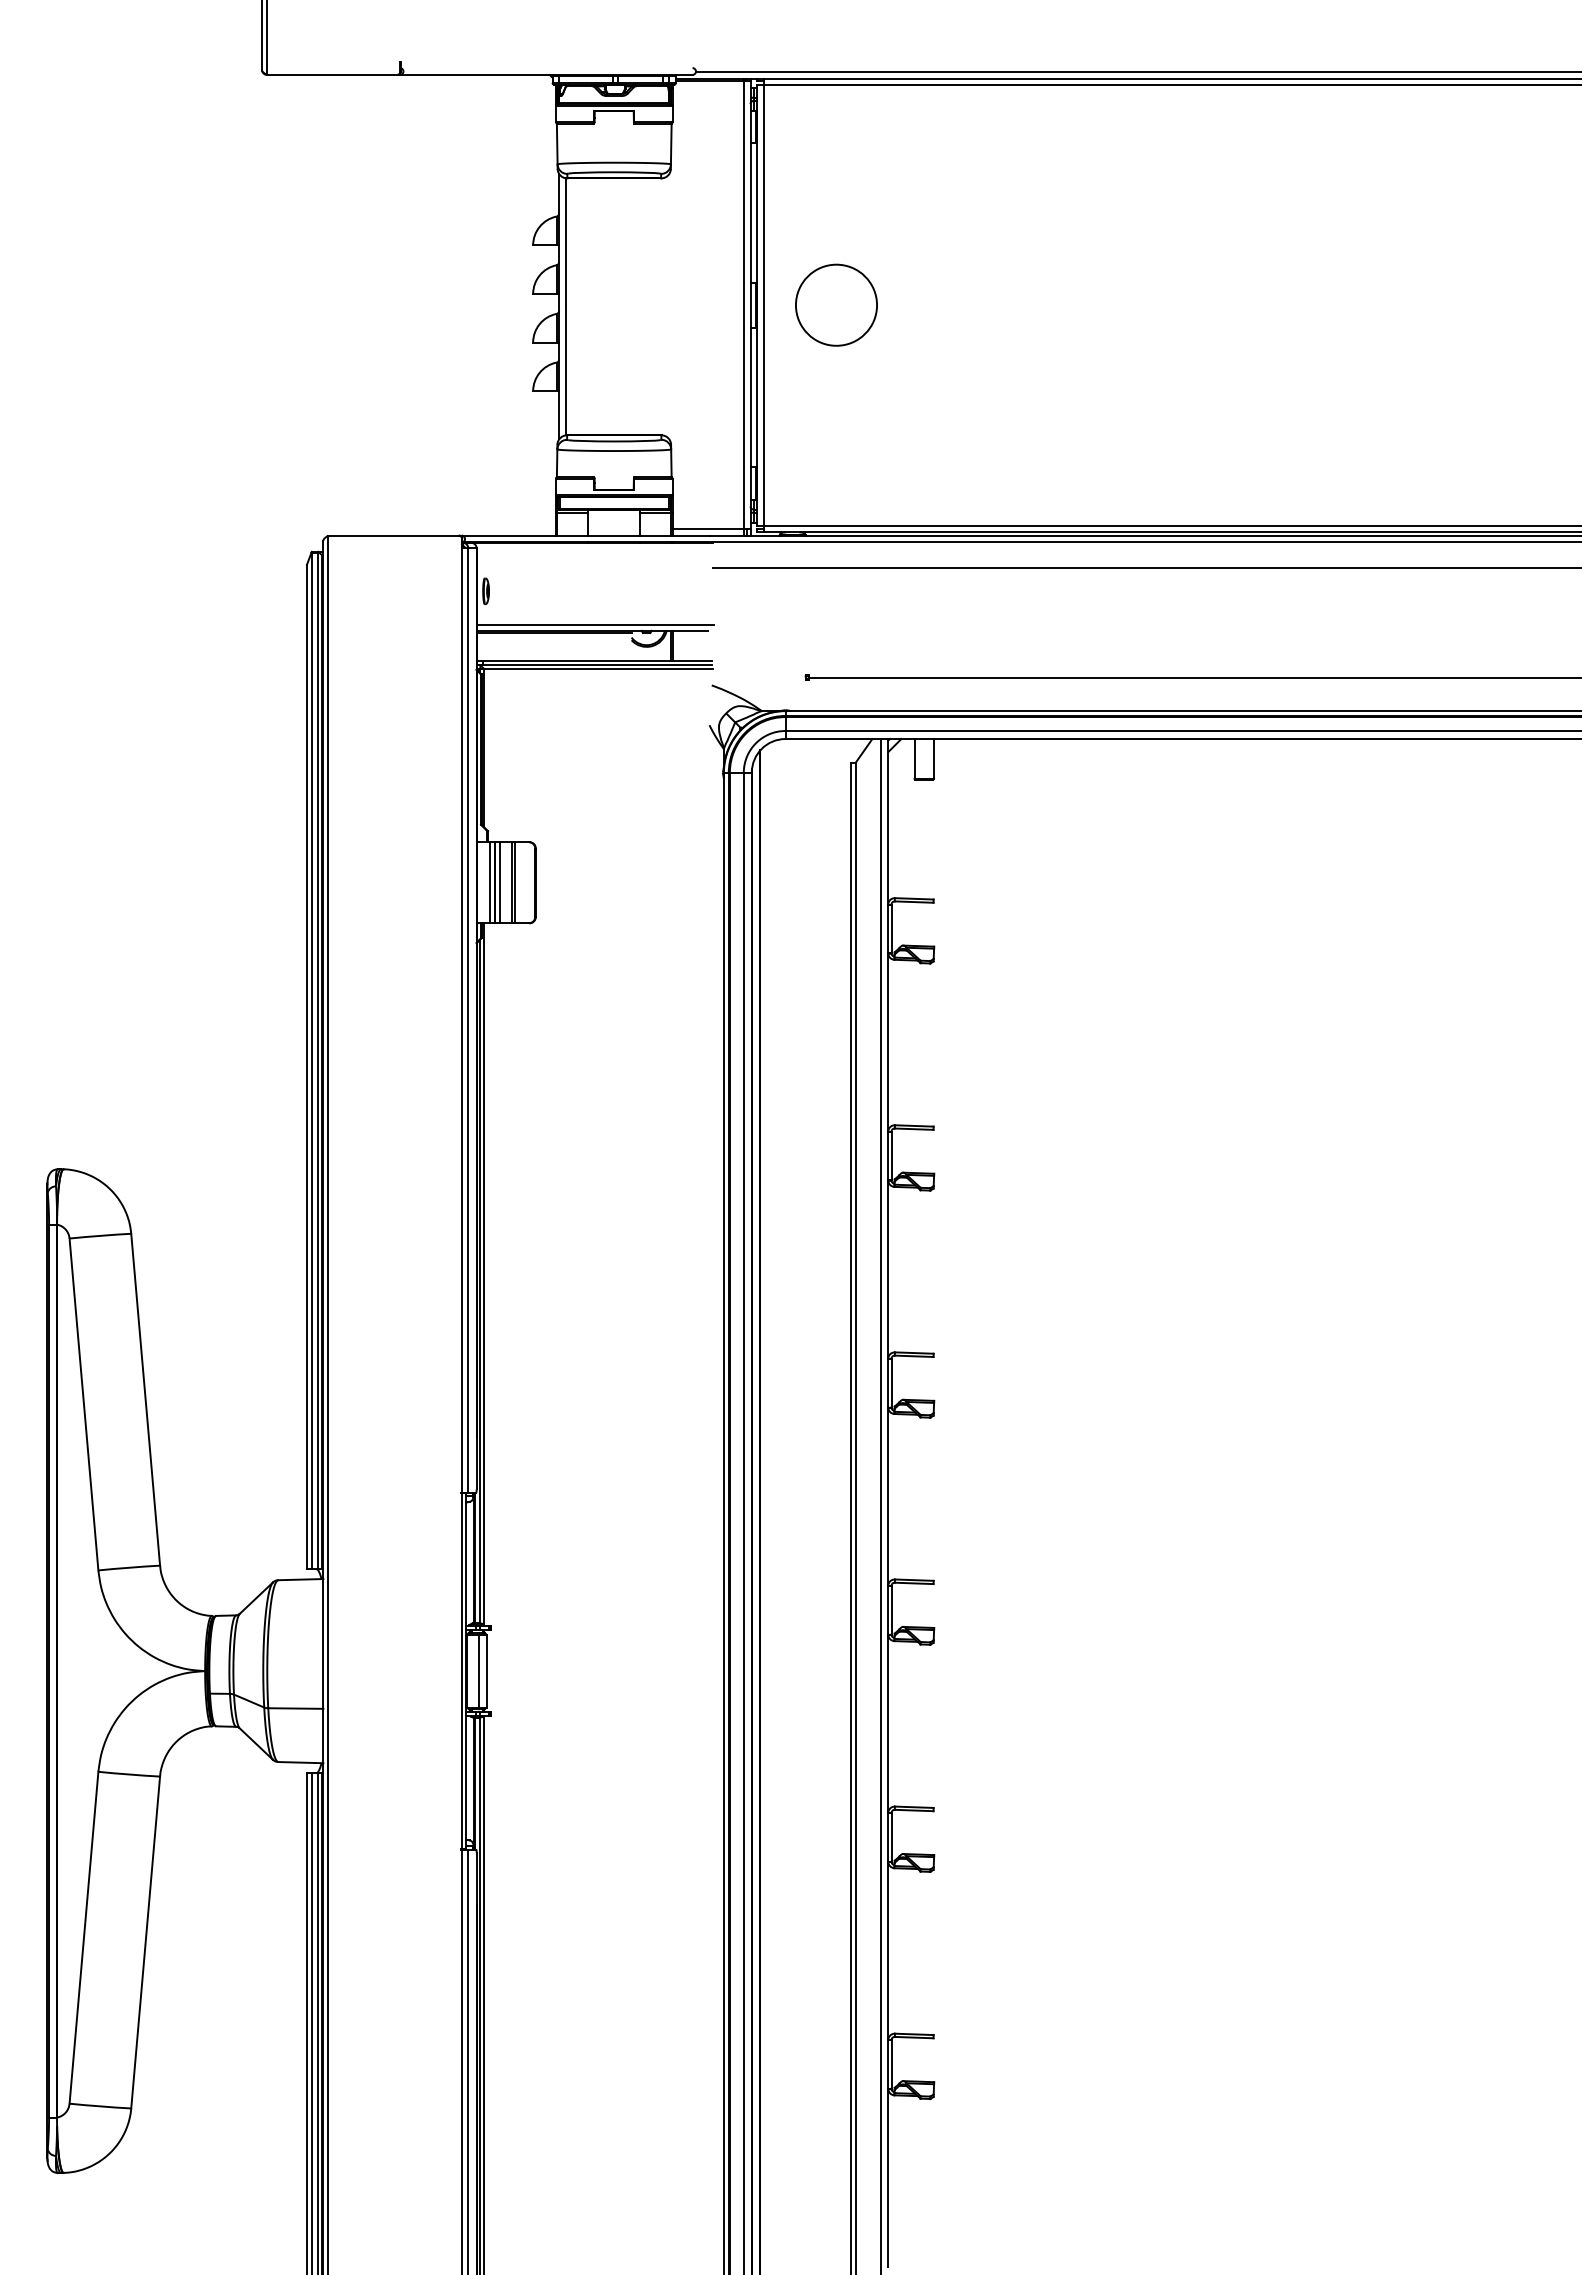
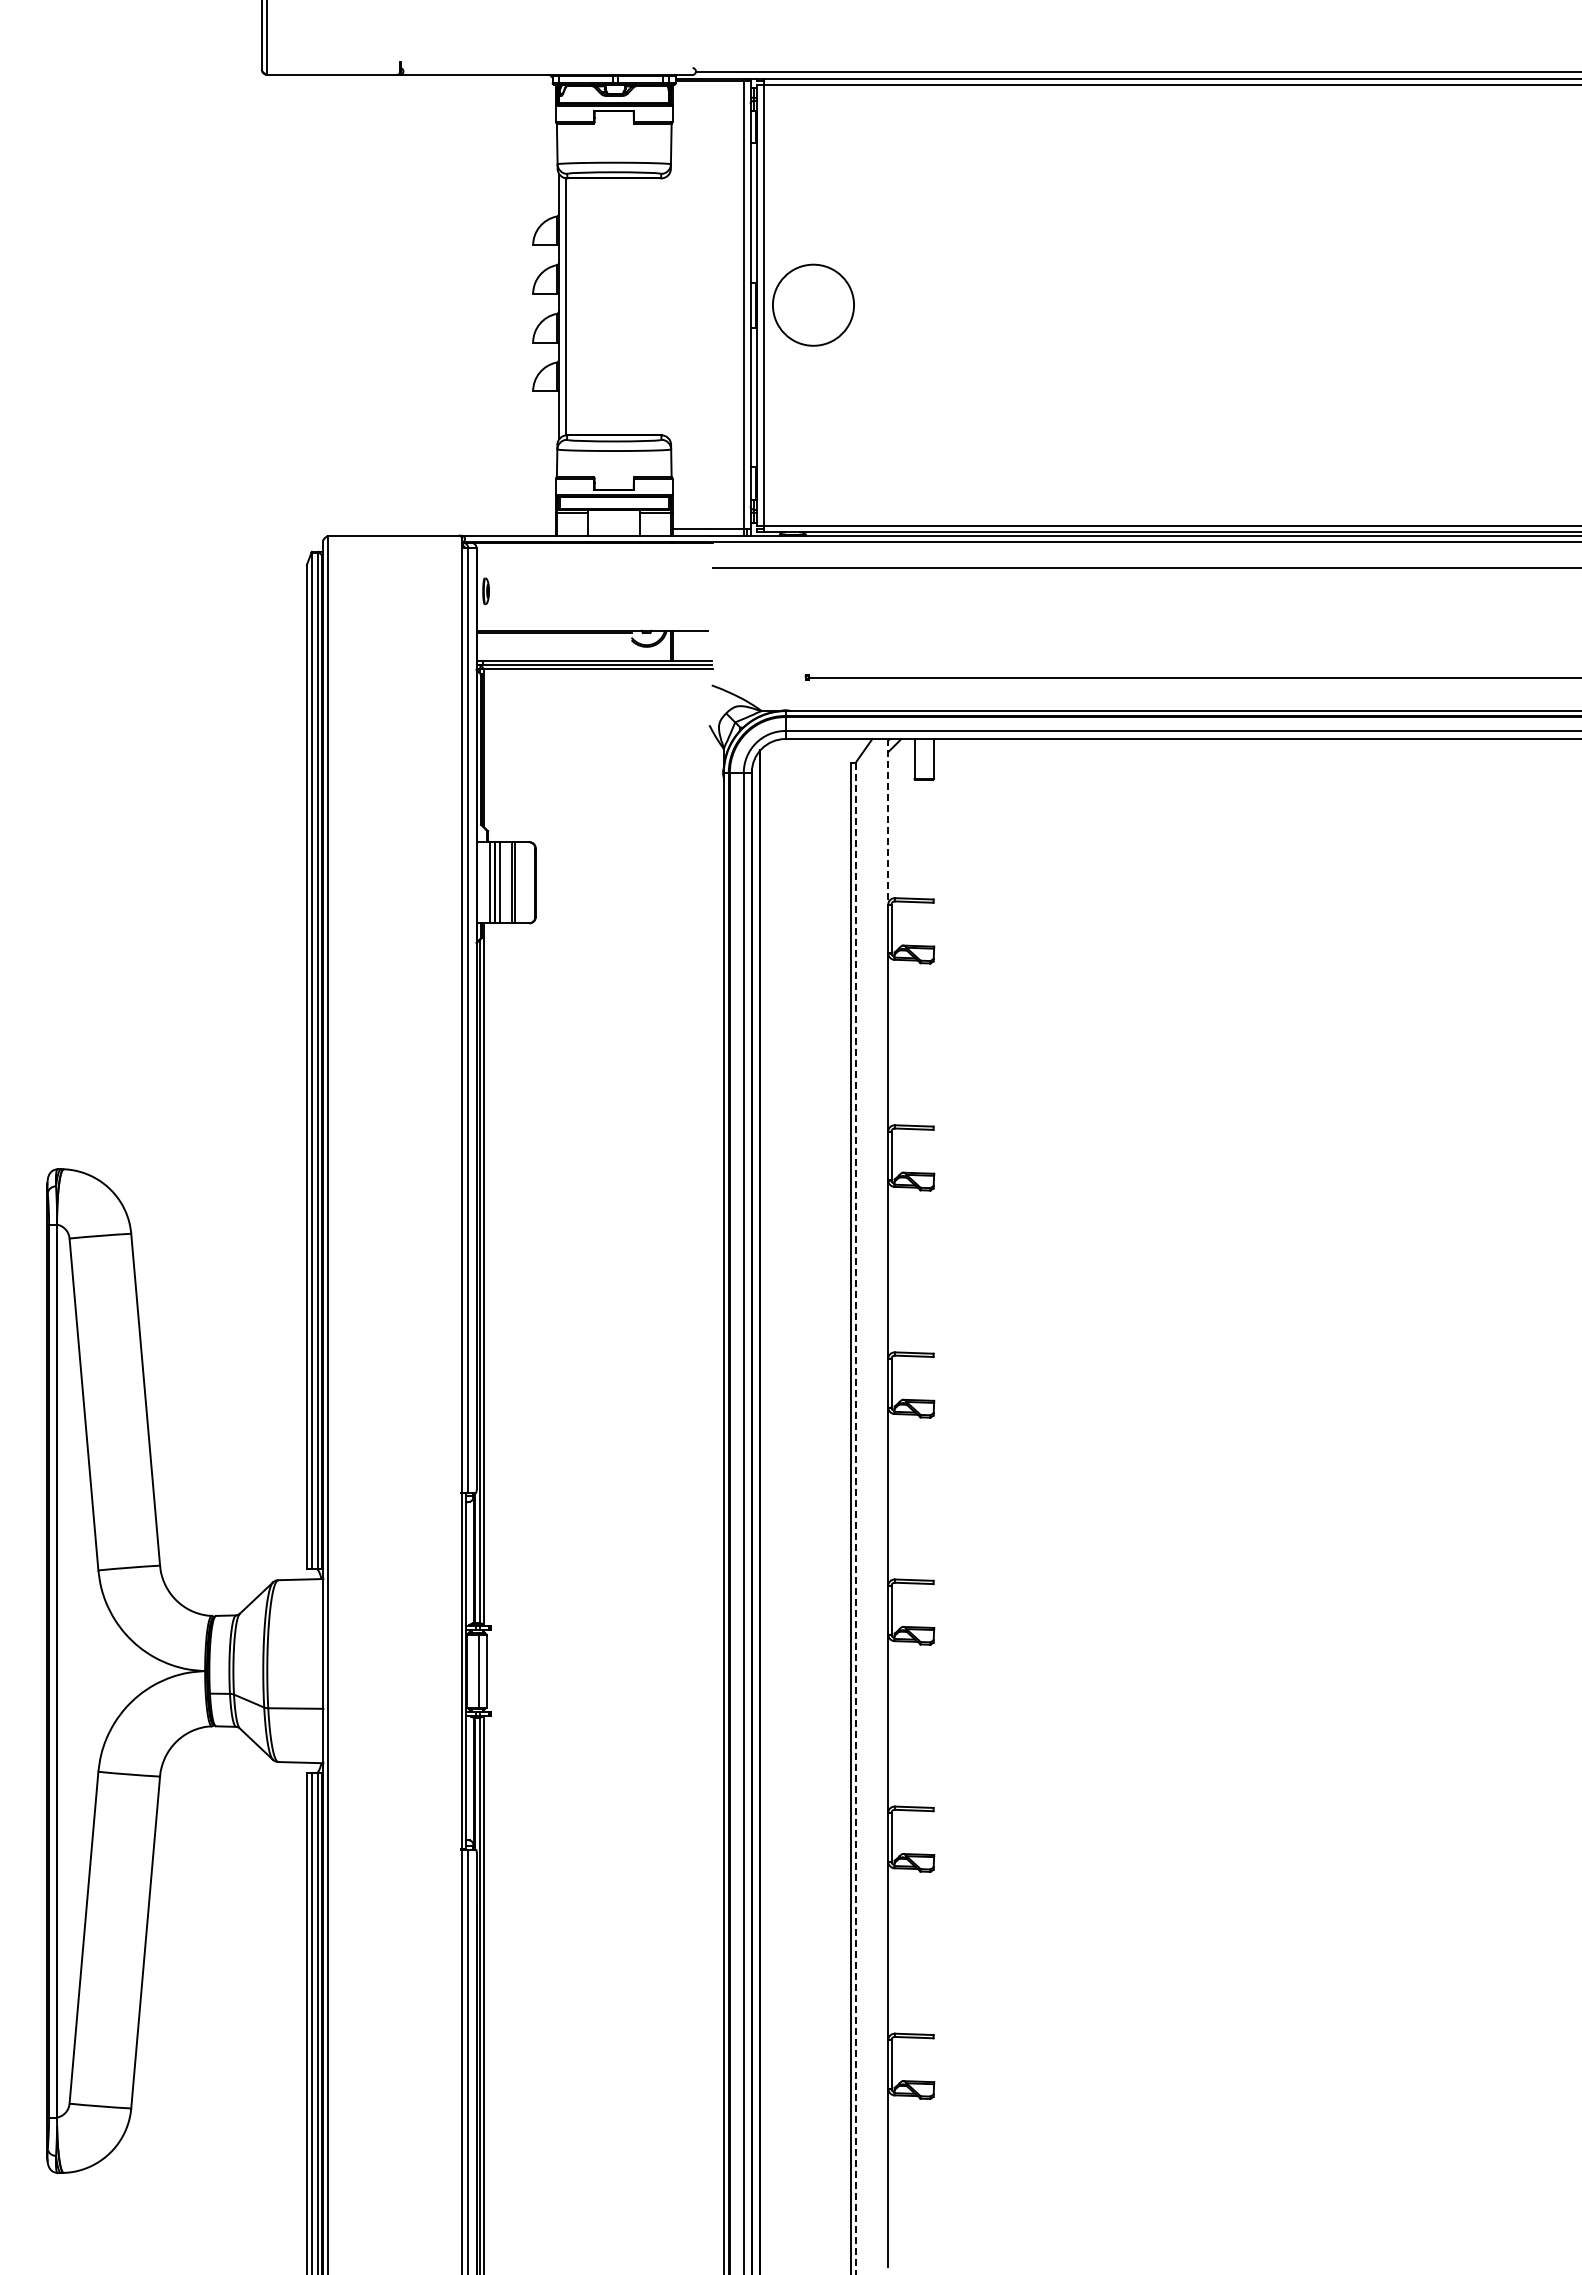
circle at (836, 304) position: (836, 304) -> (813, 304)
line at (595, 625): present -> none
line at (888, 821): solid -> dashed
line at (881, 1505): present -> none
line at (855, 1519): solid -> dashed
